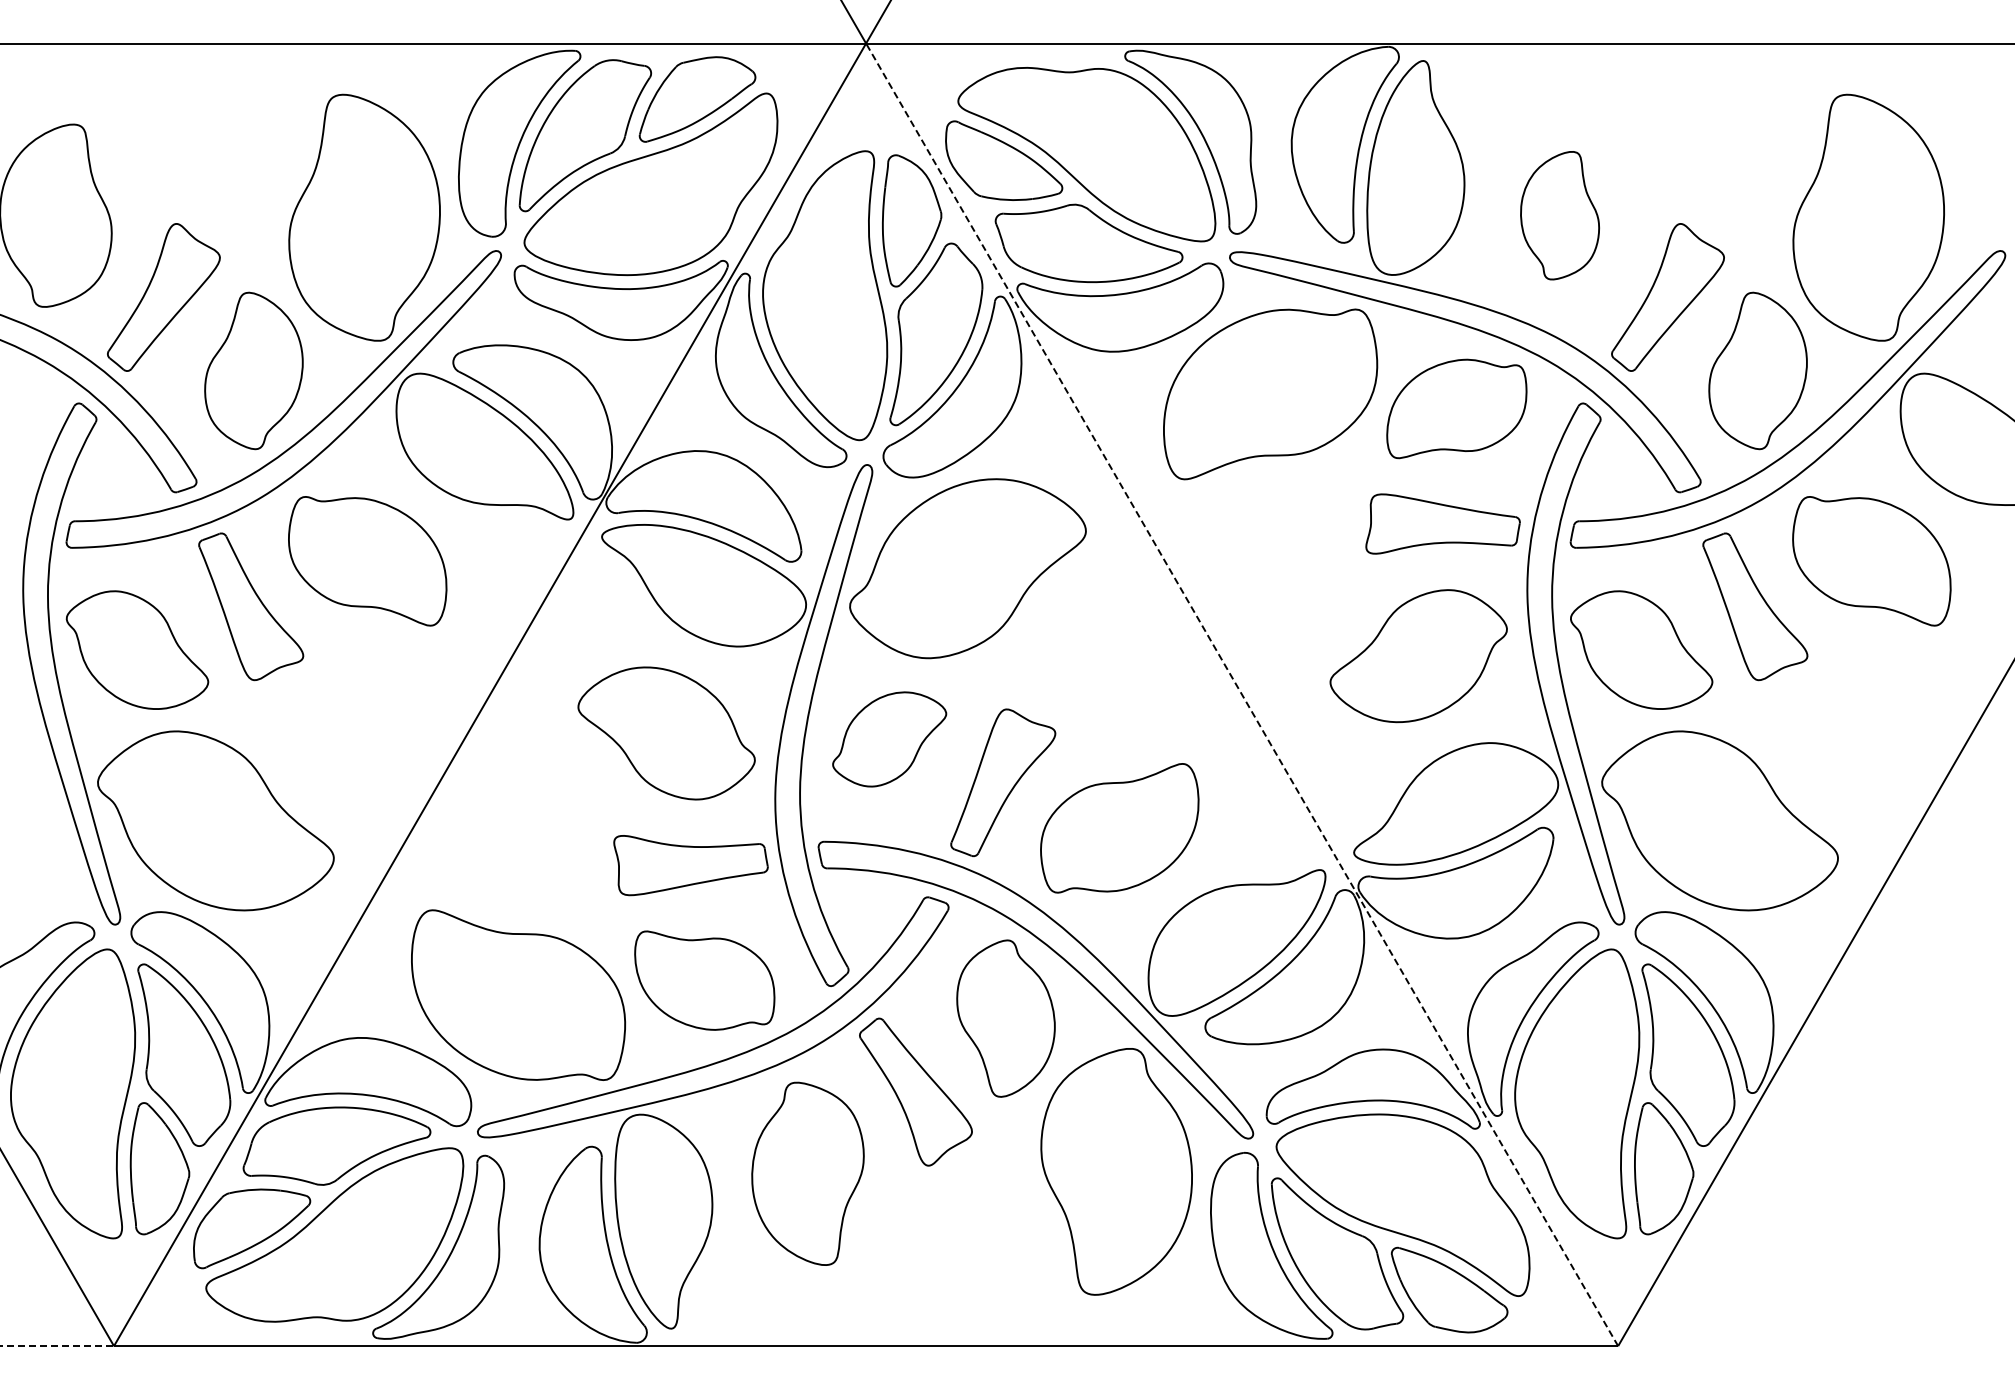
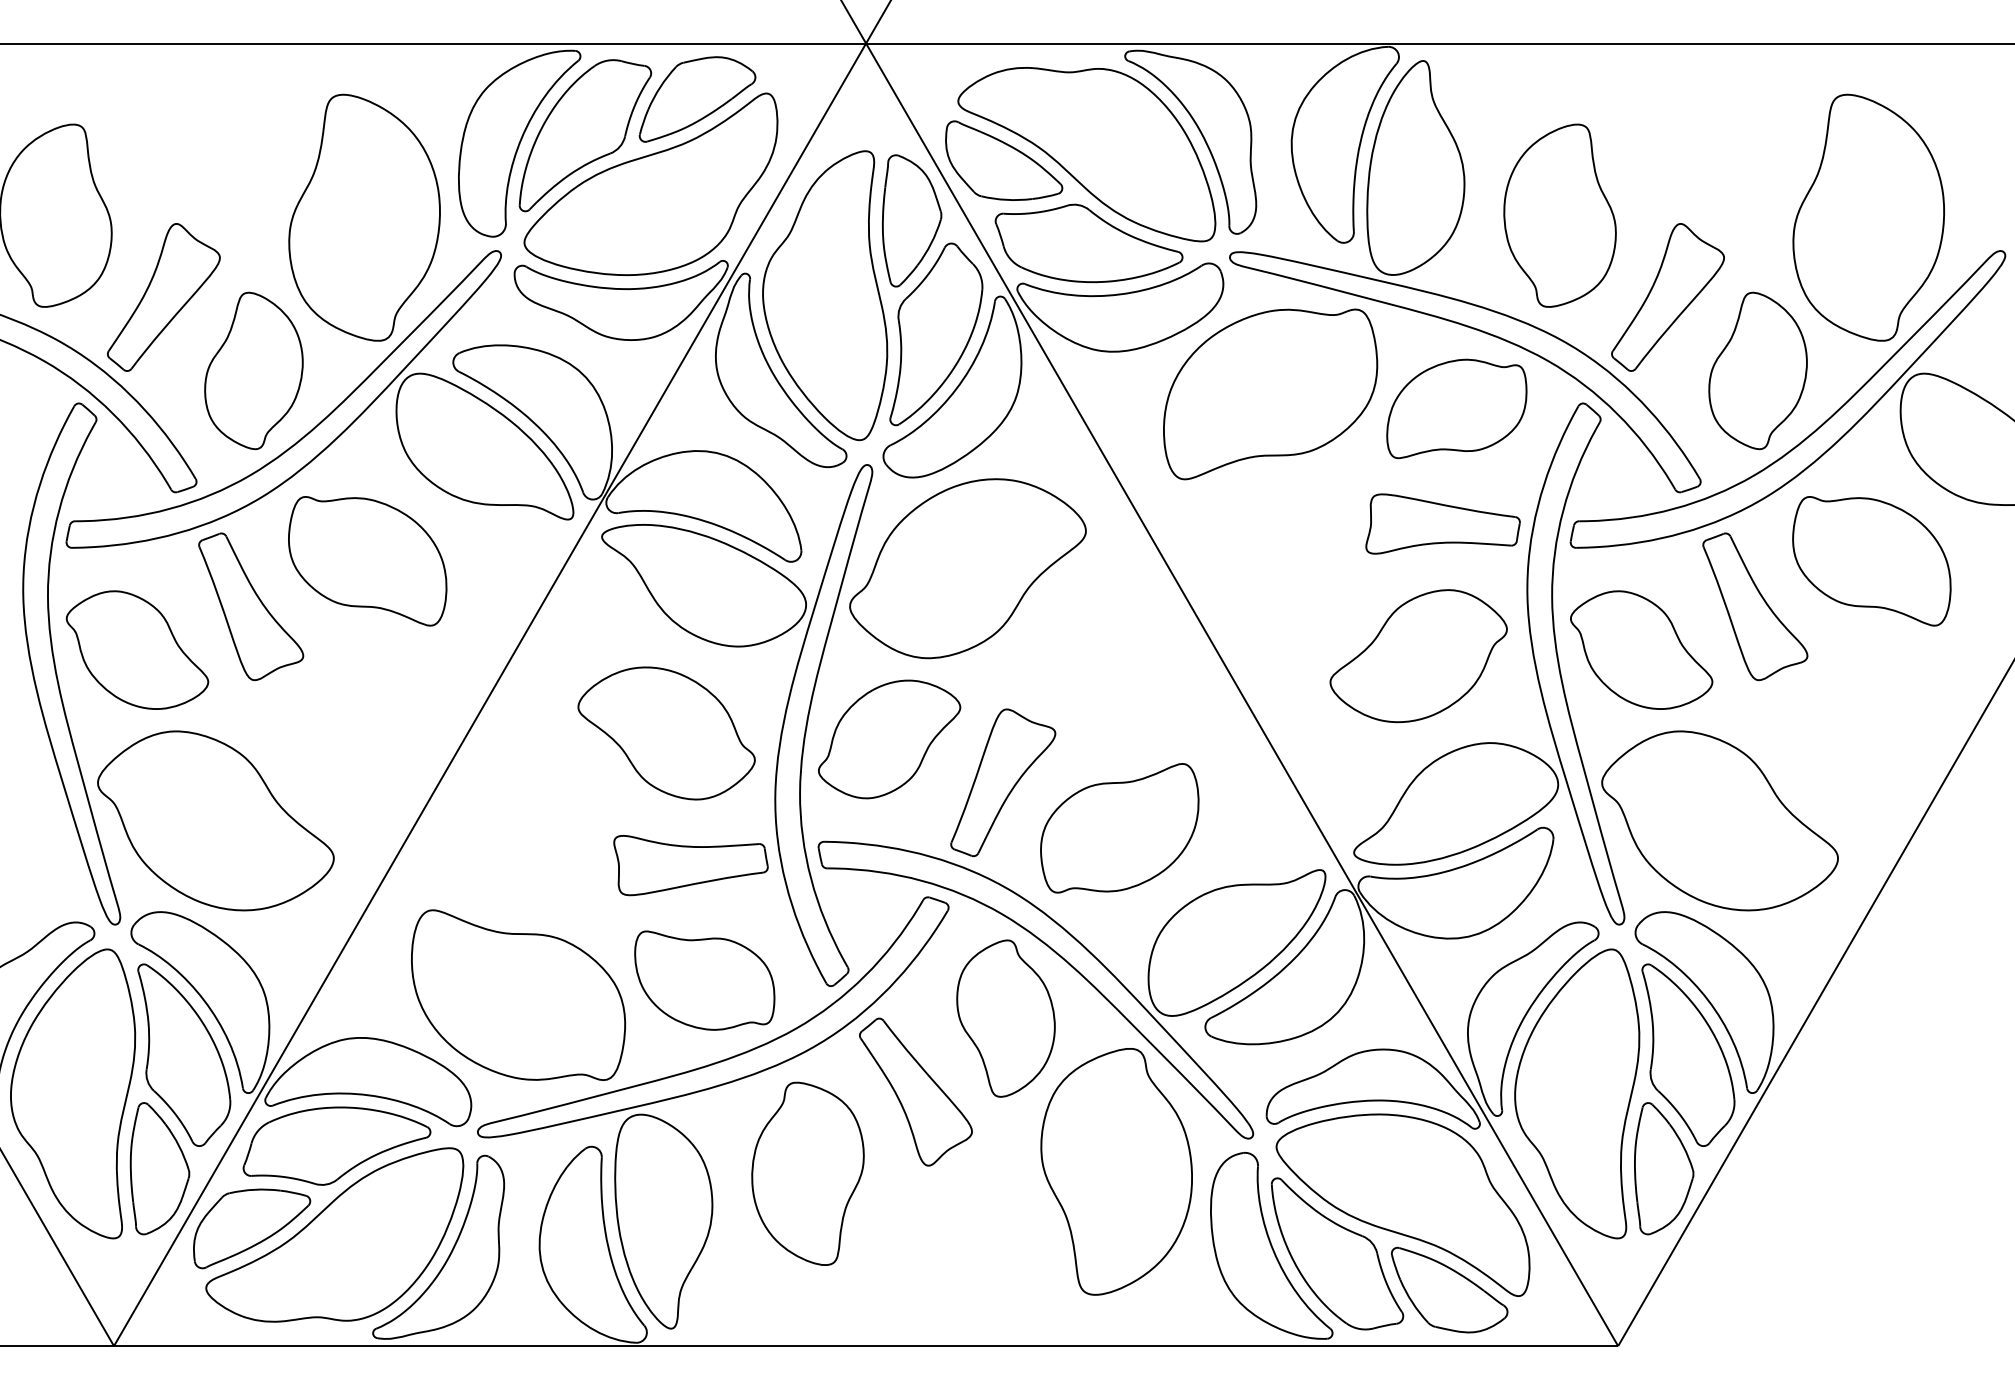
part at (1559, 215) size: 80x130 px -> 114x185 px
line at (1241, 694): dashed -> solid
part at (889, 739) size: 116x97 px -> 144x121 px
line at (57, 1346): dashed -> solid
